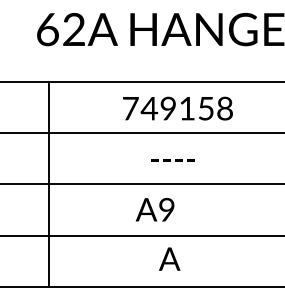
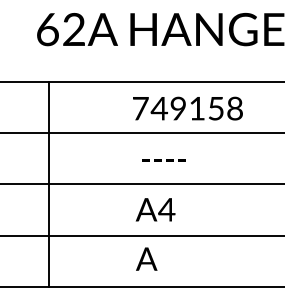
text at (177, 108) position: (177, 108) -> (187, 108)
text at (172, 160) position: (172, 160) -> (163, 160)
text at (166, 209): A9 -> A4
text at (169, 258) position: (169, 258) -> (146, 258)
